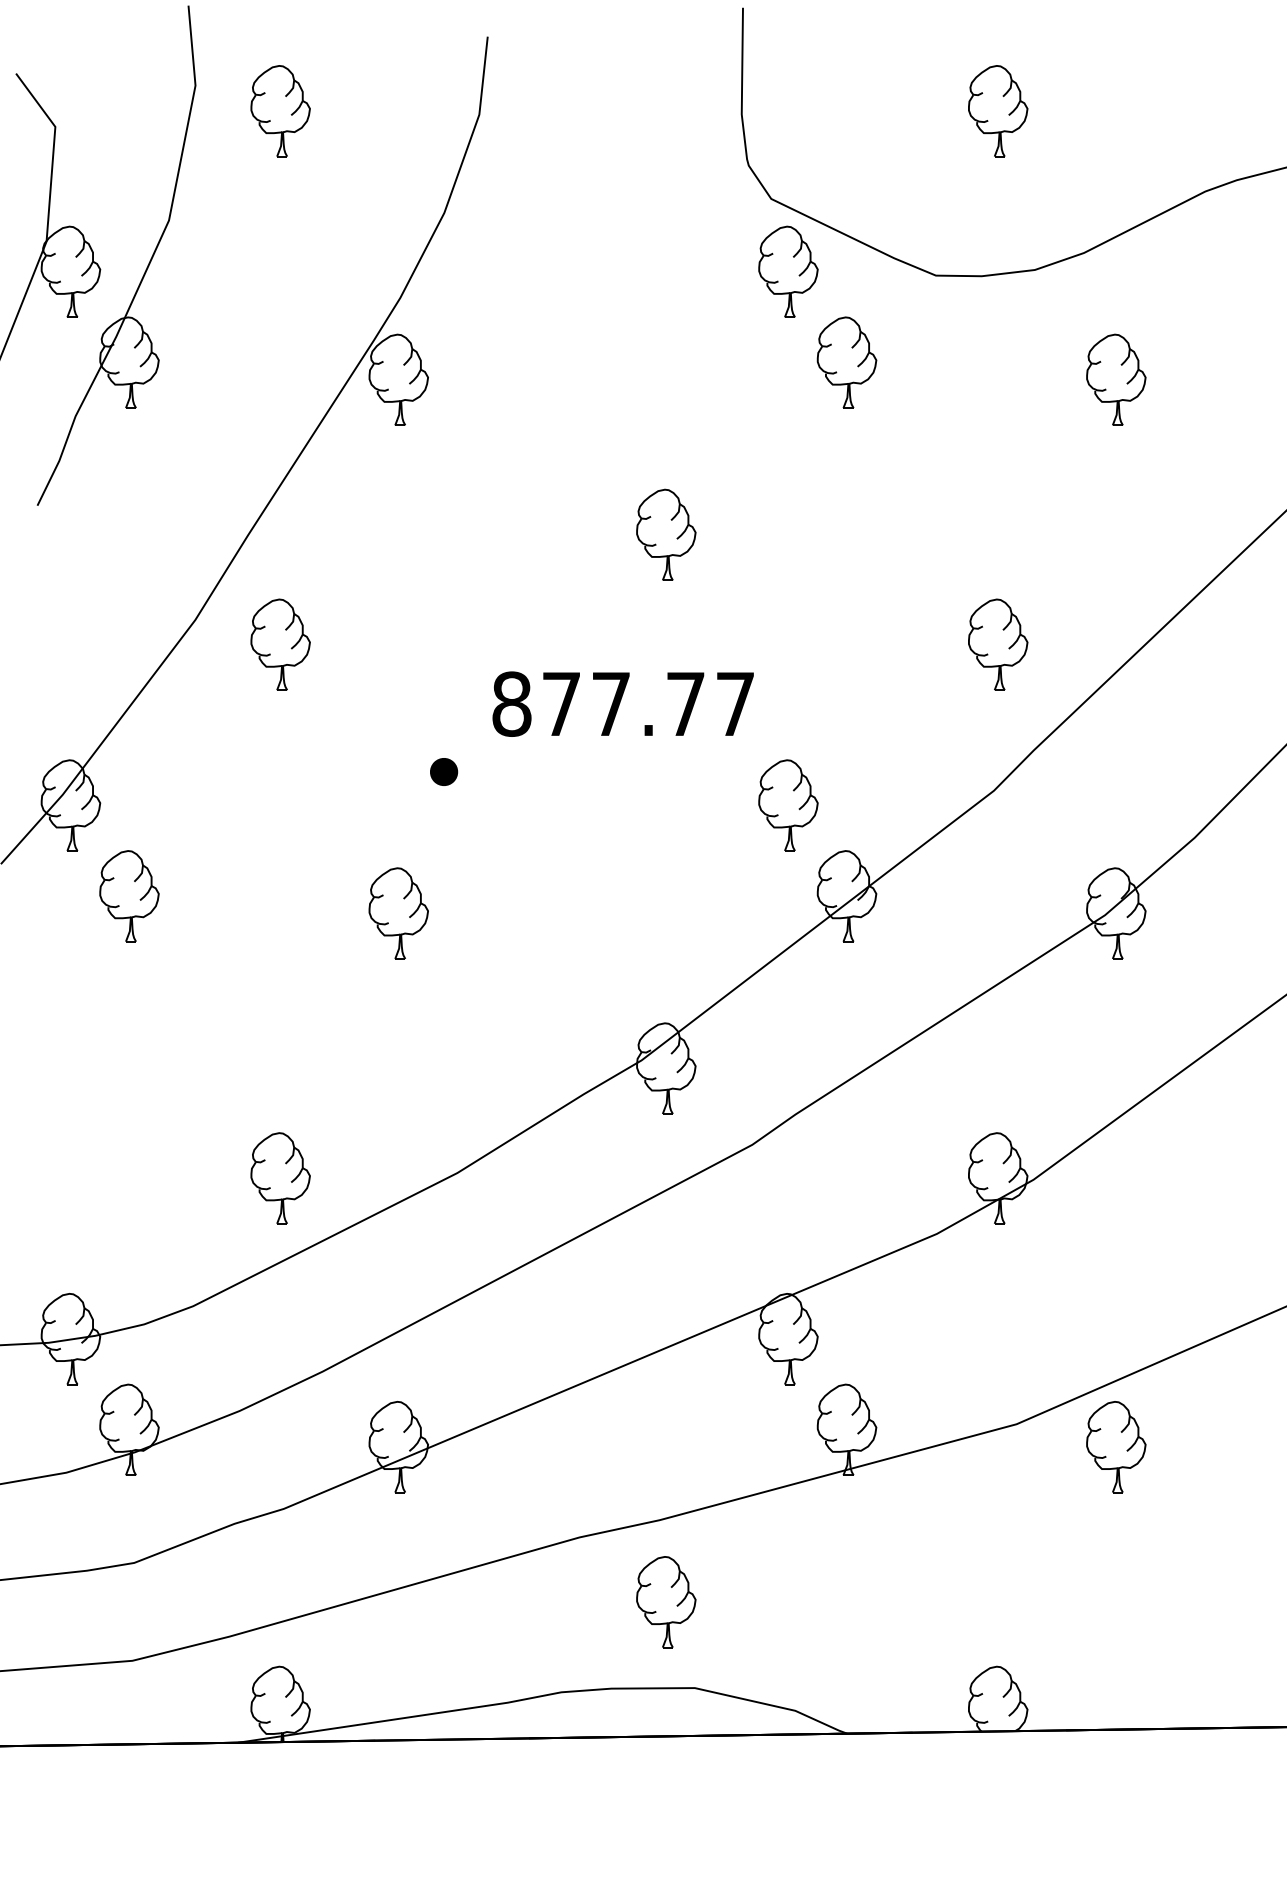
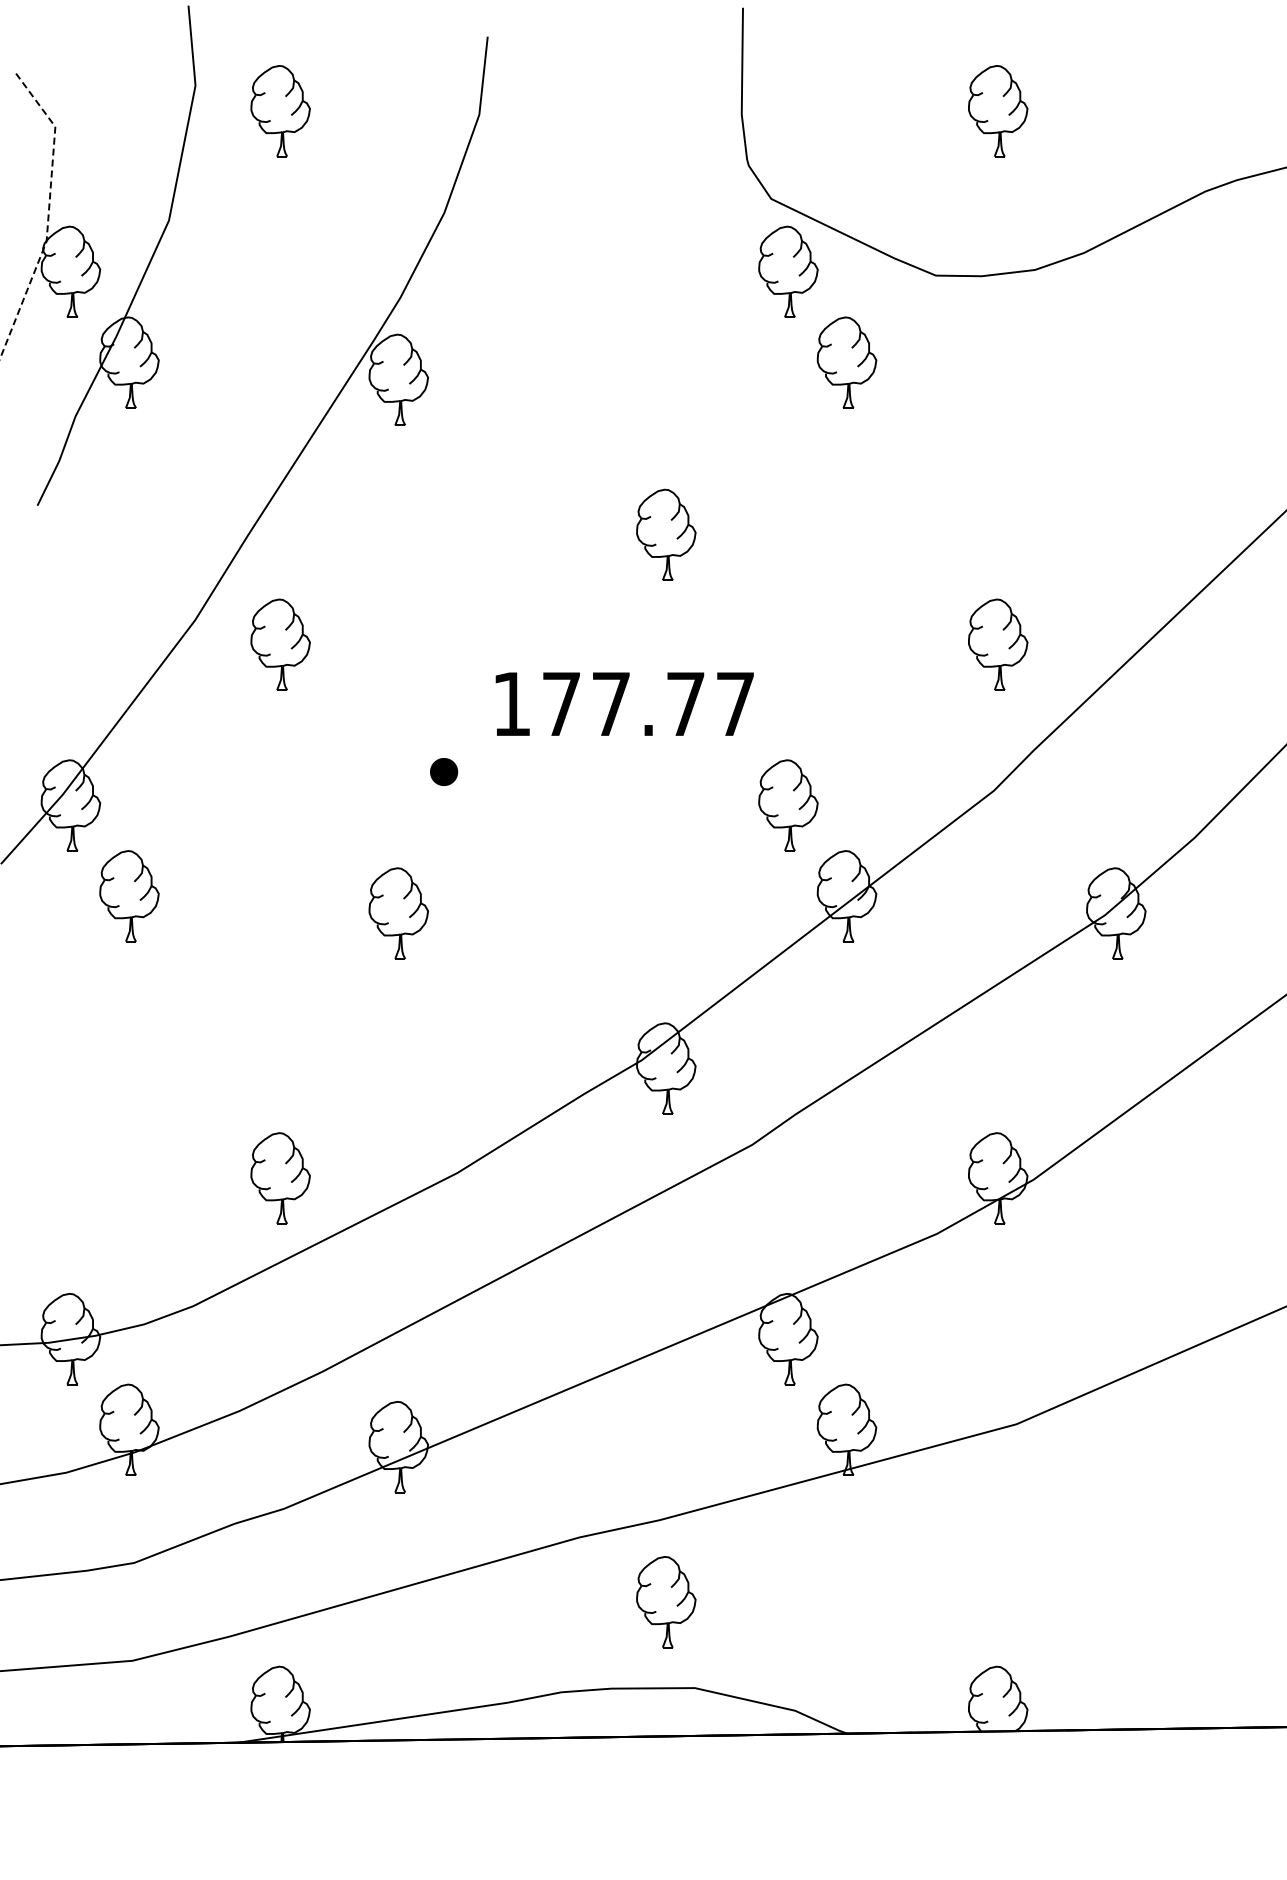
line at (48, 213): solid -> dashed
part at (1116, 379): present -> none
text at (511, 703): 877.77 -> 177.77
part at (1116, 1447): present -> none
